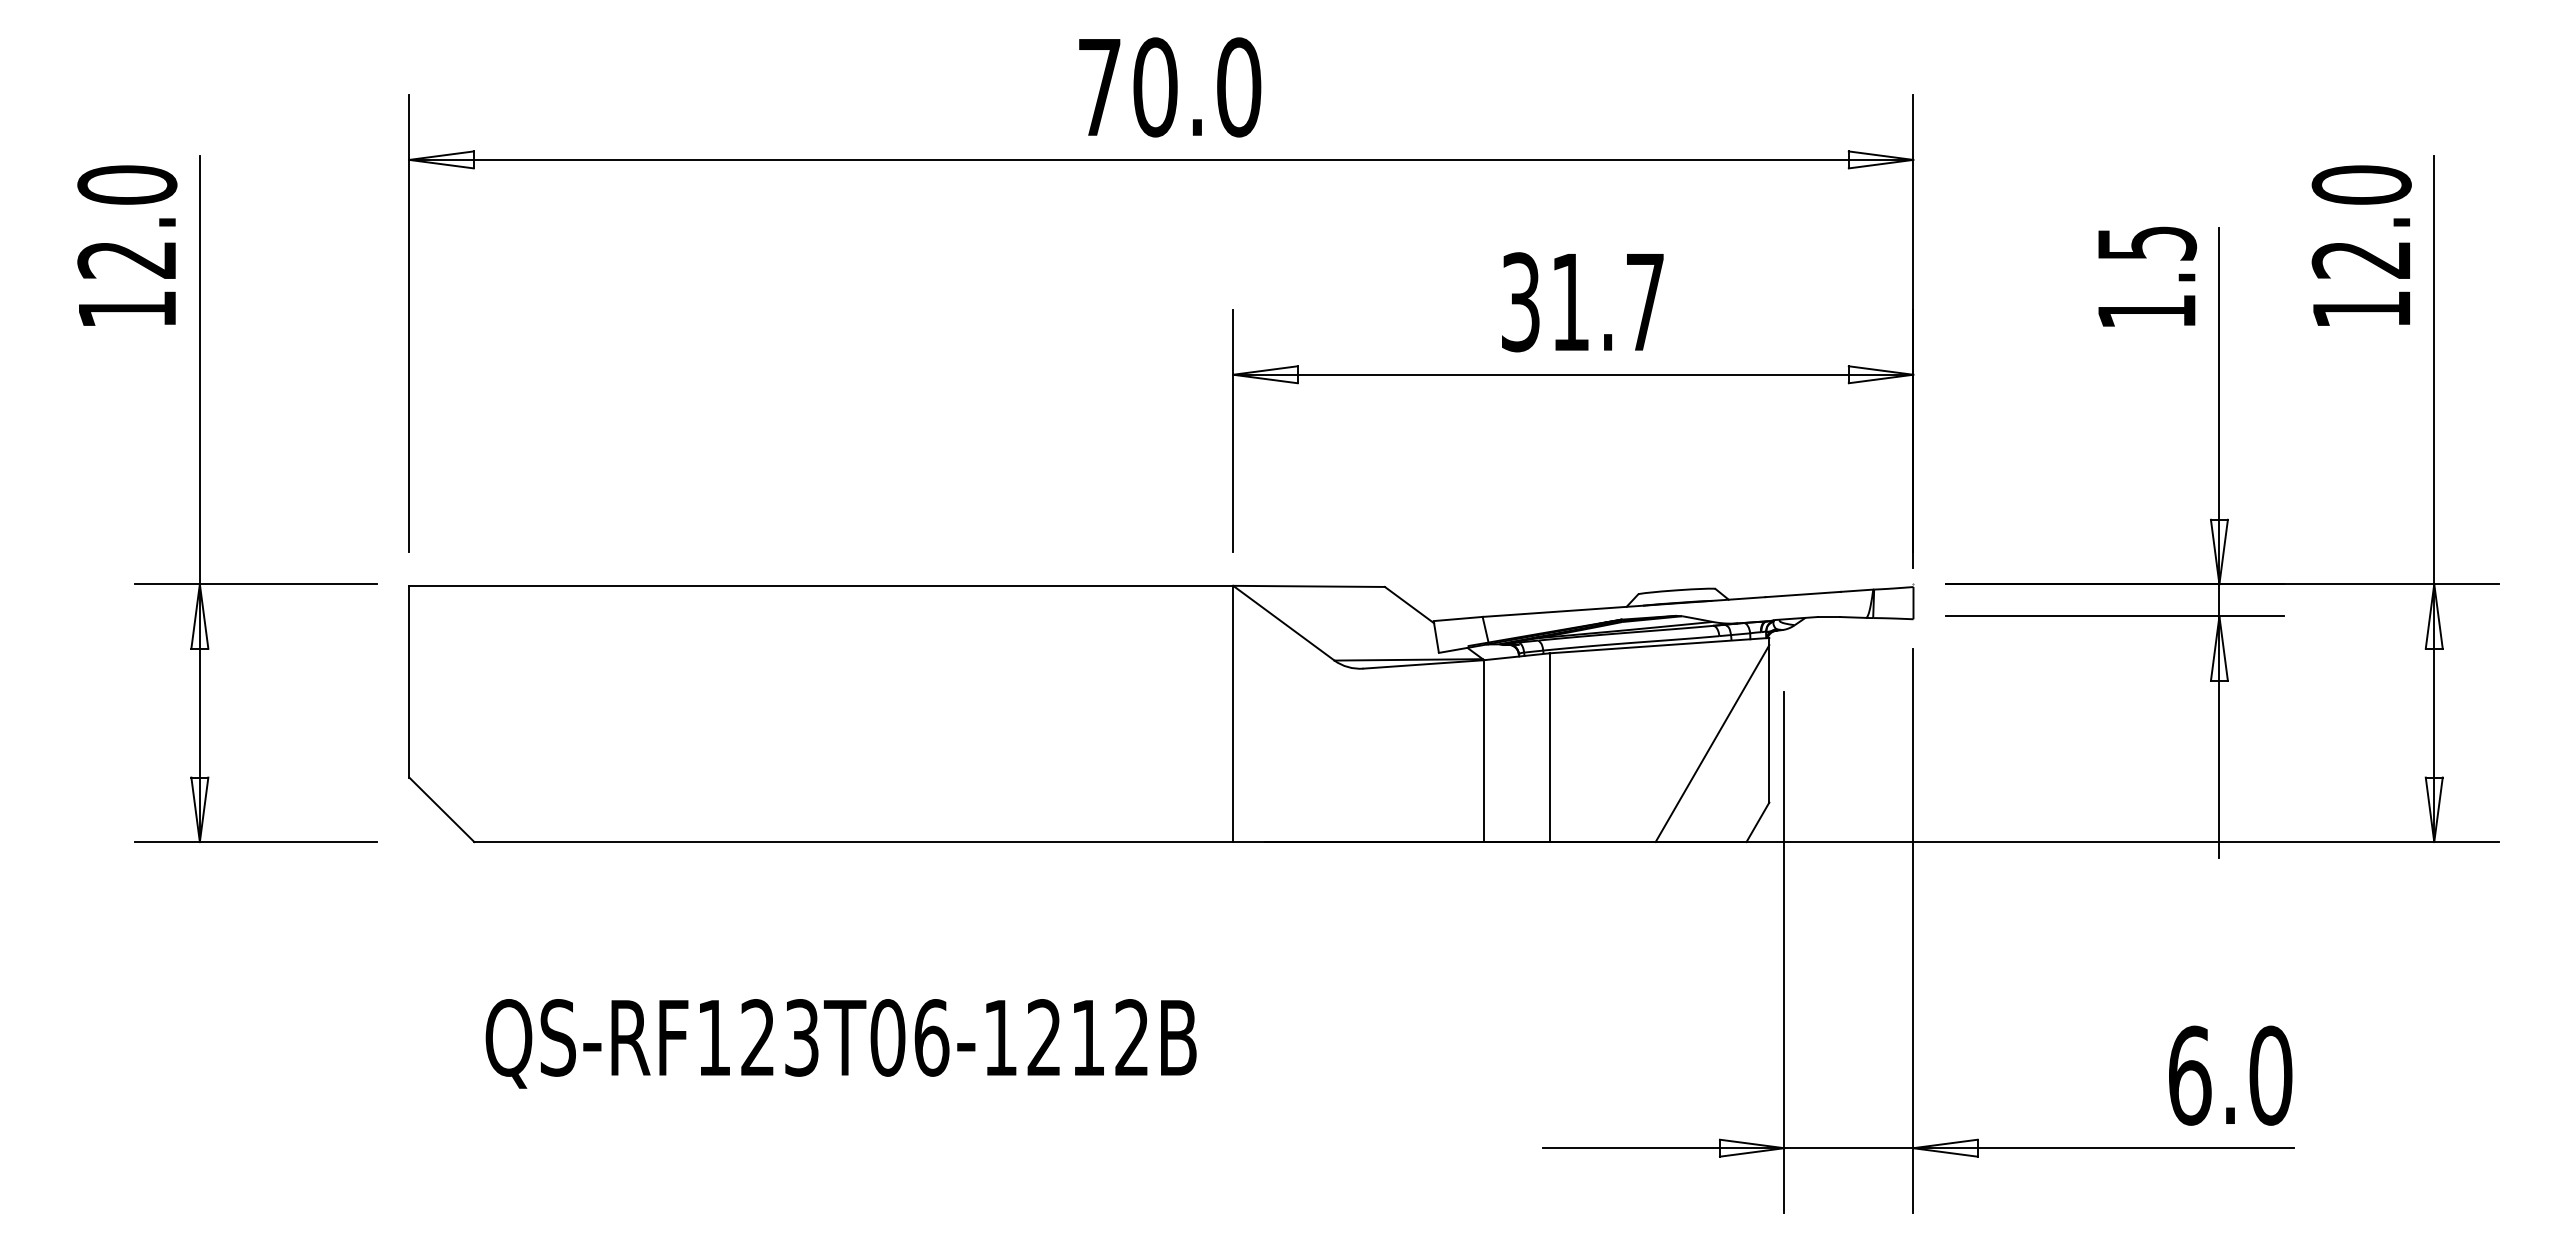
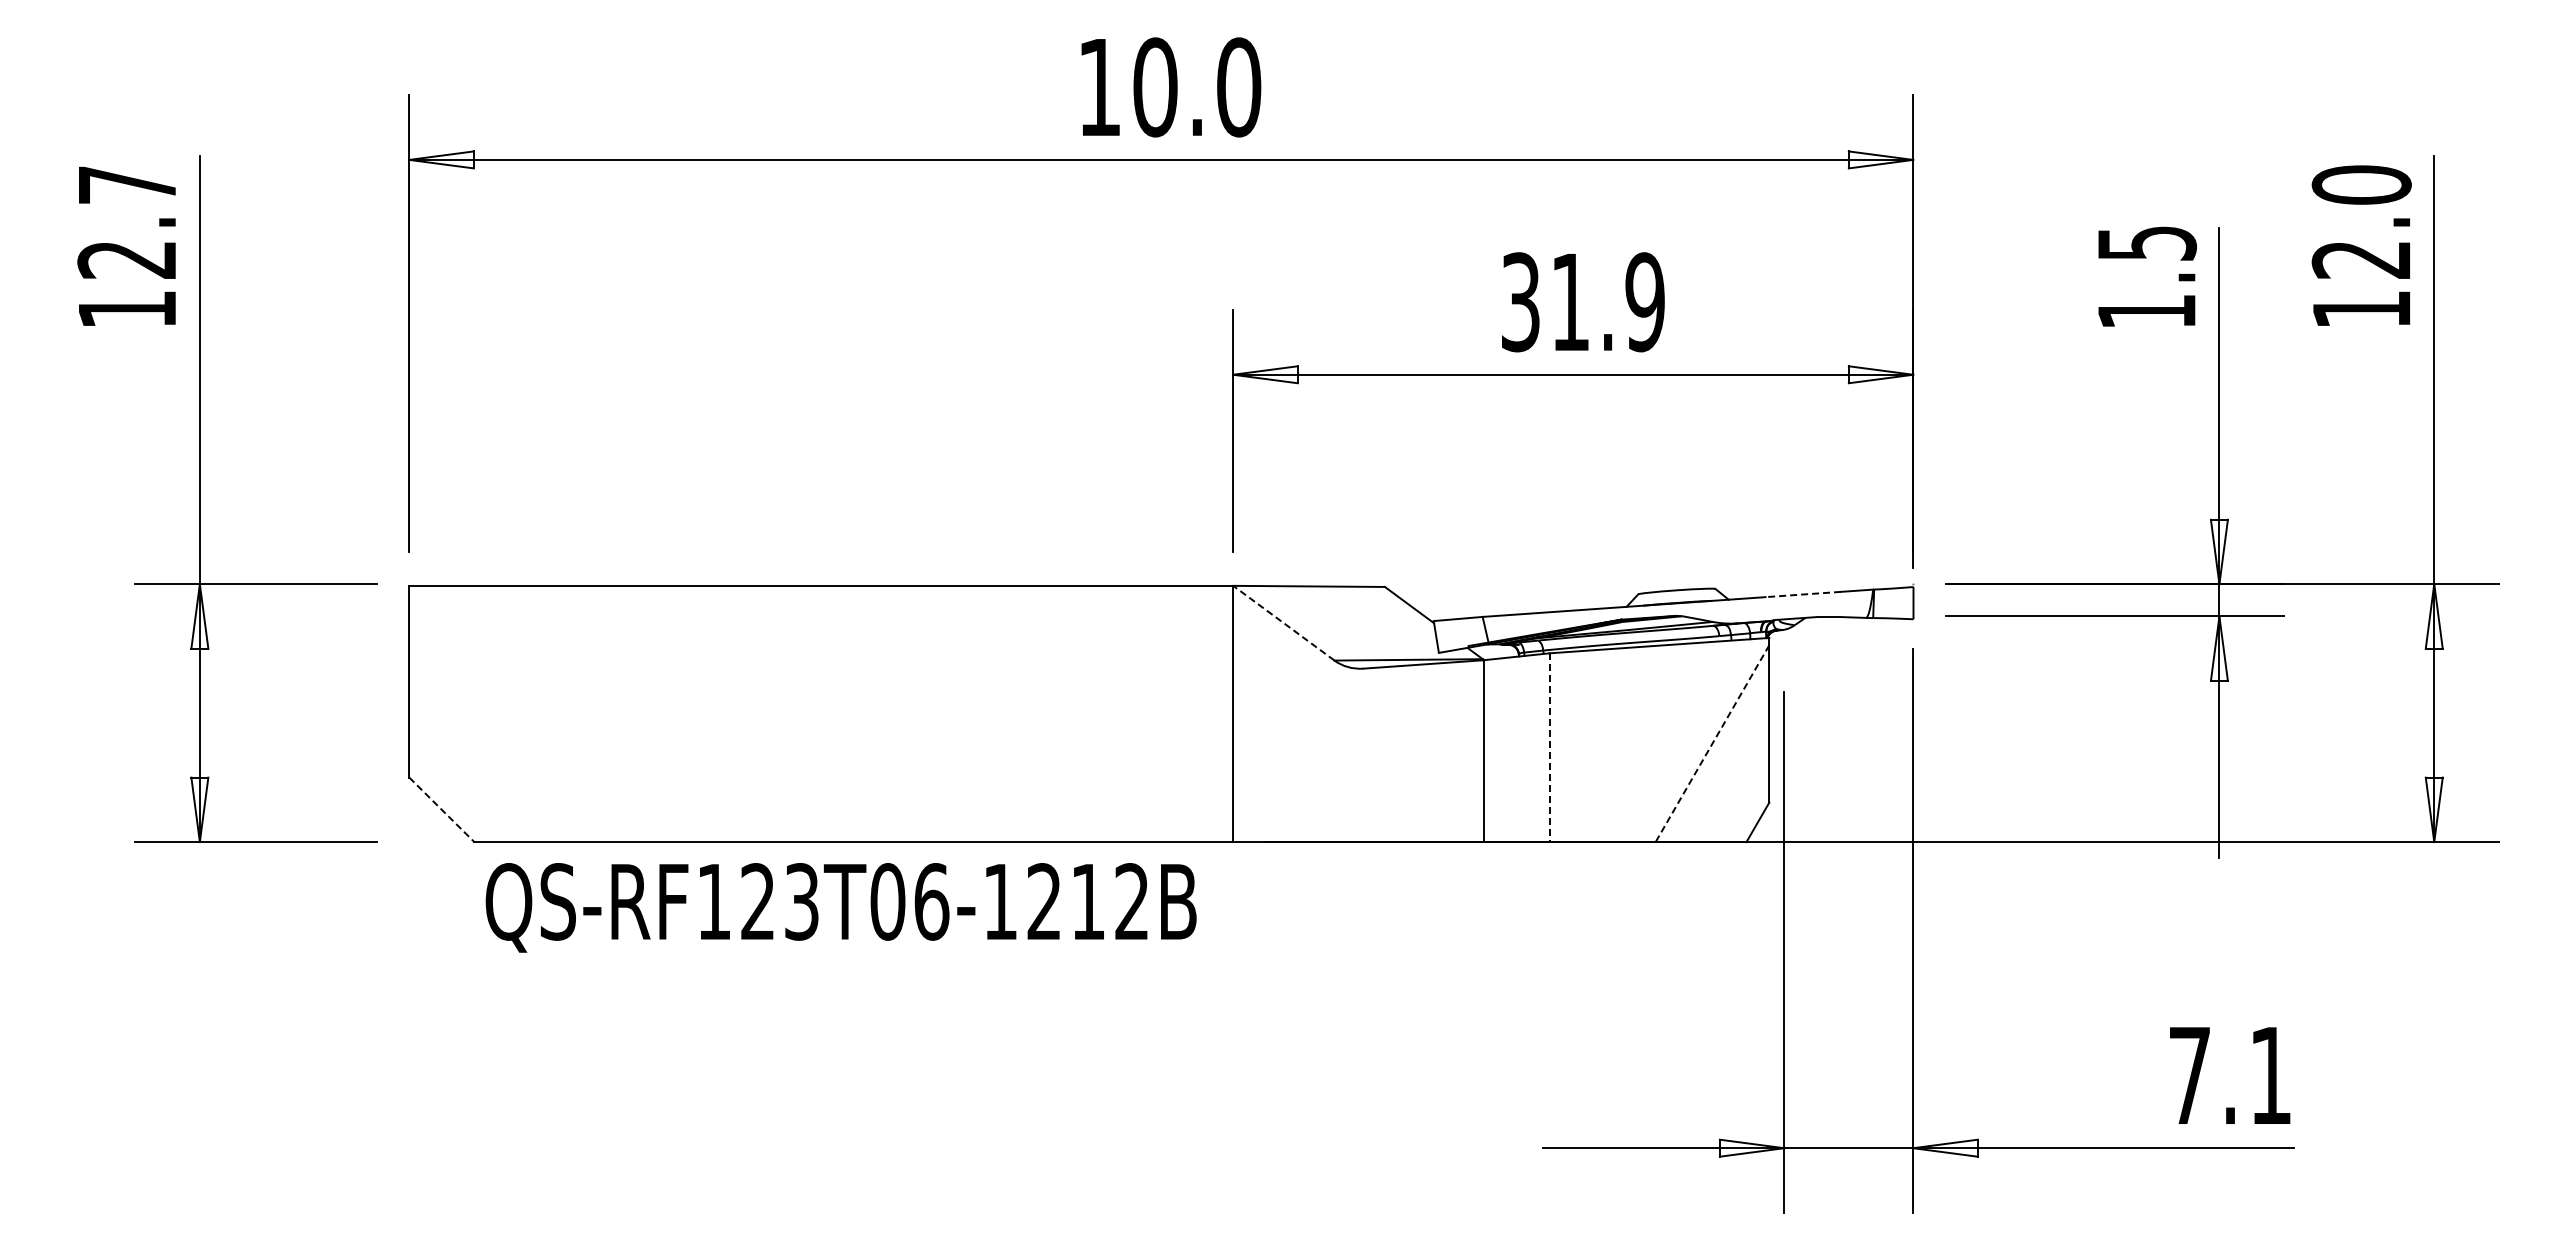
text at (1099, 87): 70.0 -> 10.0
text at (127, 184): 12.0 -> 12.7
text at (1644, 302): 31.7 -> 31.9
line at (1803, 594): solid -> dashed
line at (1283, 623): solid -> dashed
line at (1712, 743): solid -> dashed
line at (1549, 748): solid -> dashed
line at (441, 809): solid -> dashed
text at (840, 1043) position: (840, 1043) -> (840, 907)
text at (2230, 1075): 6.0 -> 7.1
